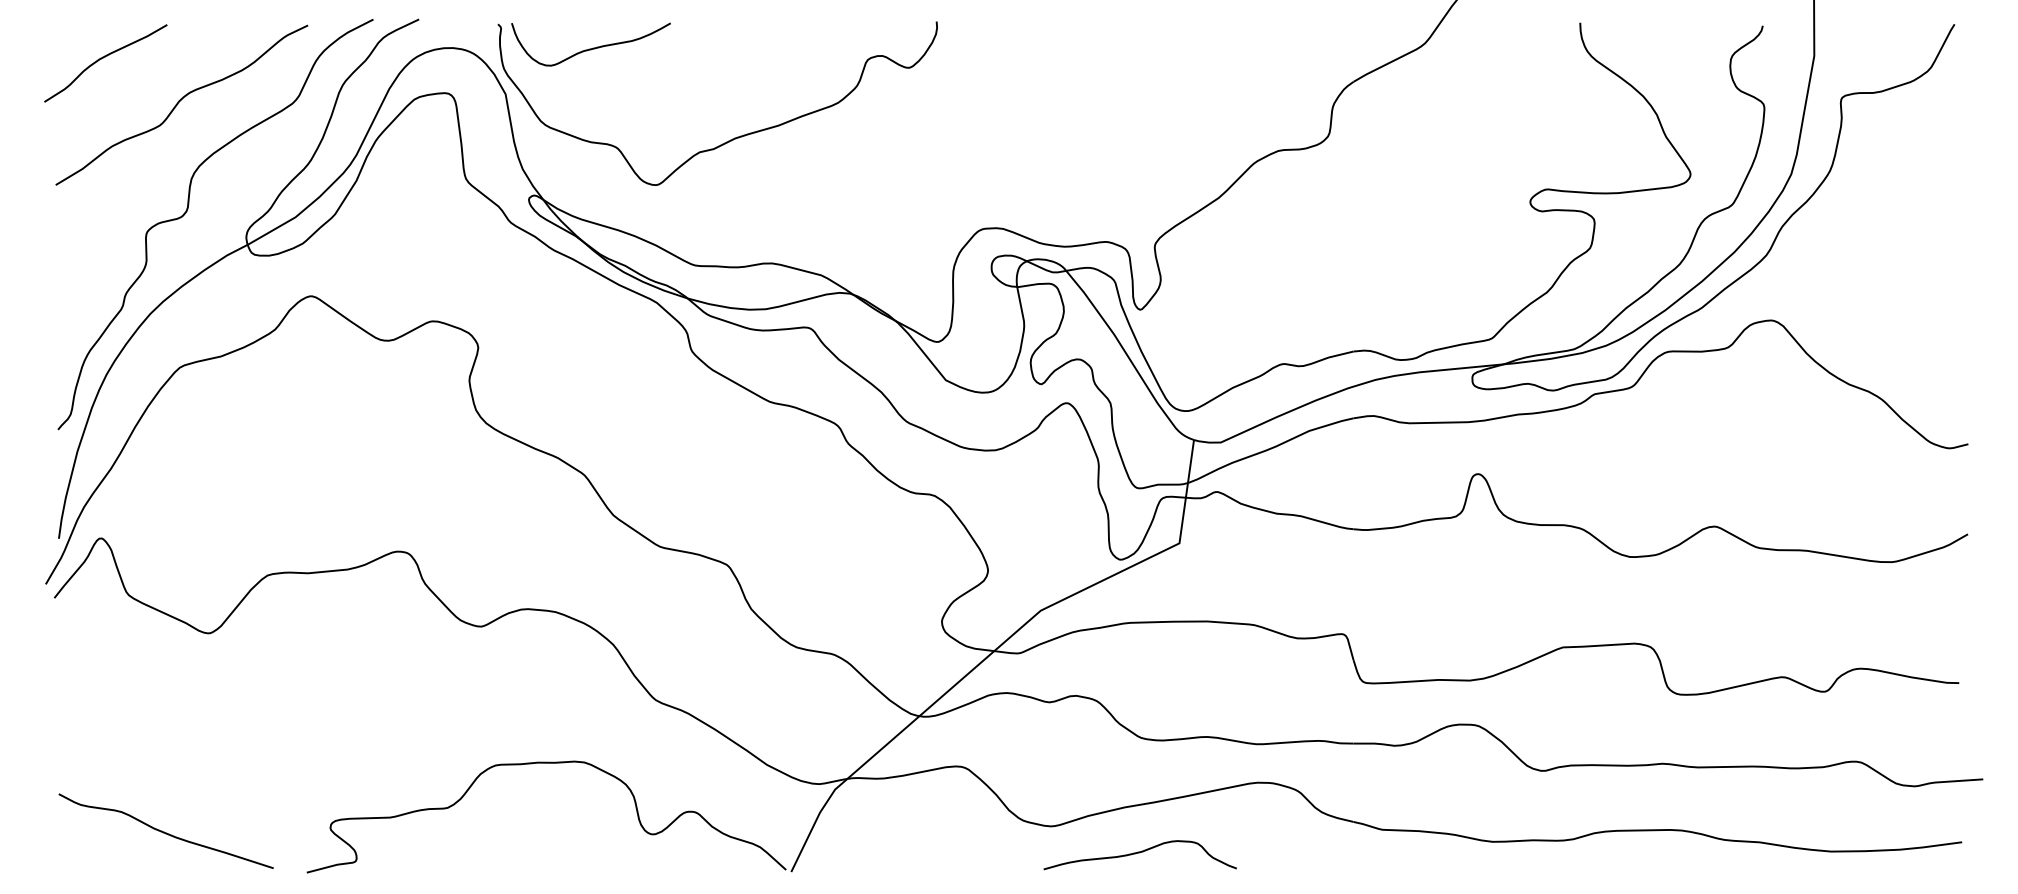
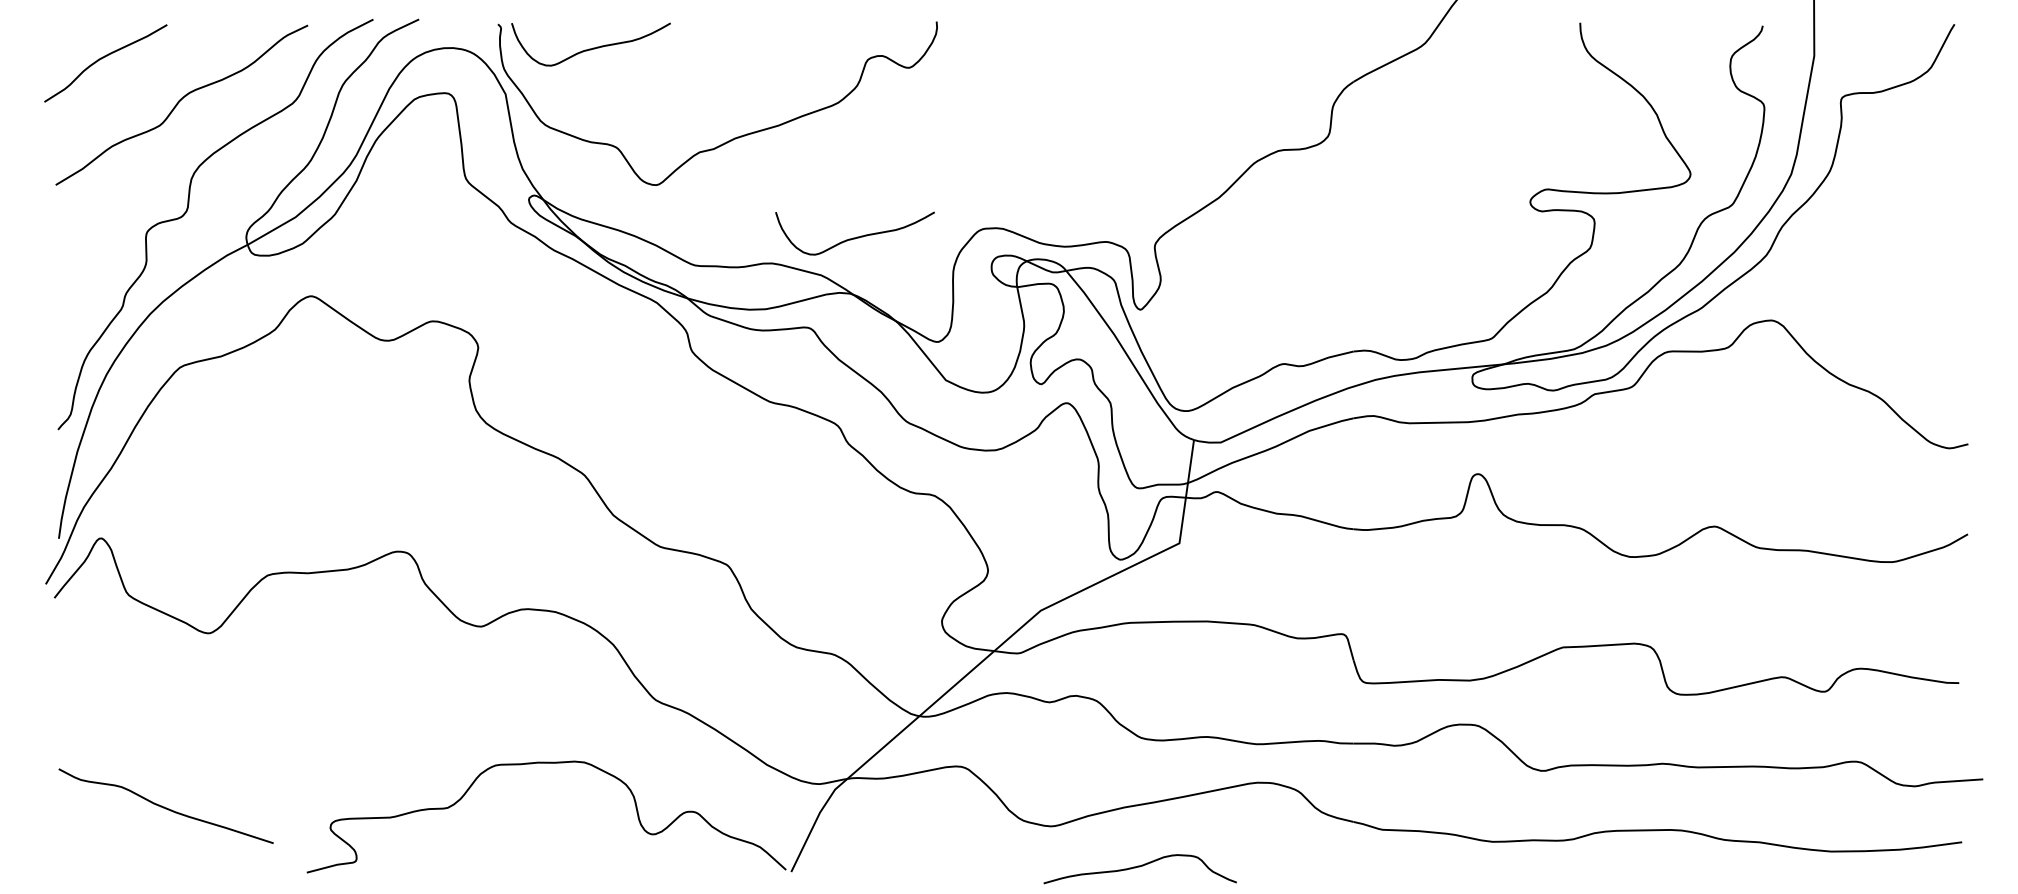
curve at (854, 237): none -> present
curve at (164, 831) position: (164, 831) -> (164, 806)
curve at (1139, 853) position: (1139, 853) -> (1139, 867)
